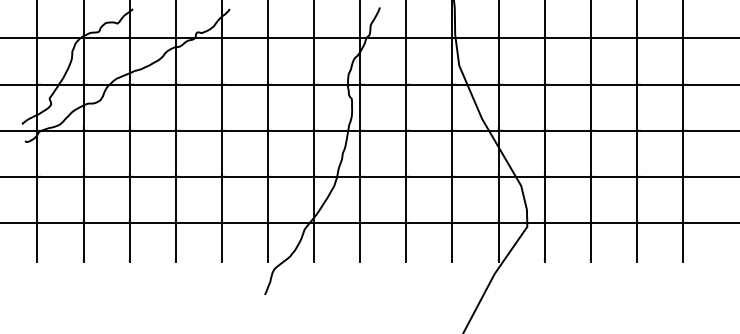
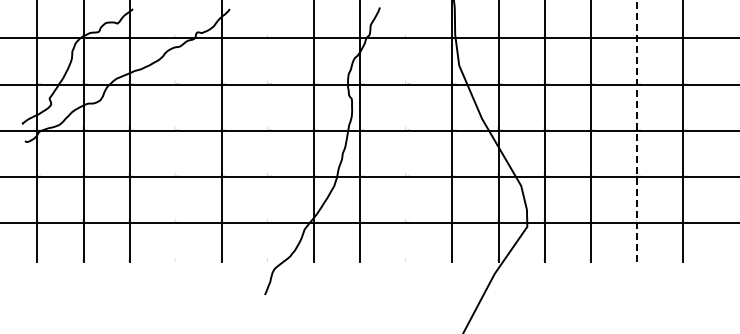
line at (636, 131): solid -> dashed
line at (175, 132): present -> none
line at (268, 132): present -> none
line at (406, 132): present -> none
